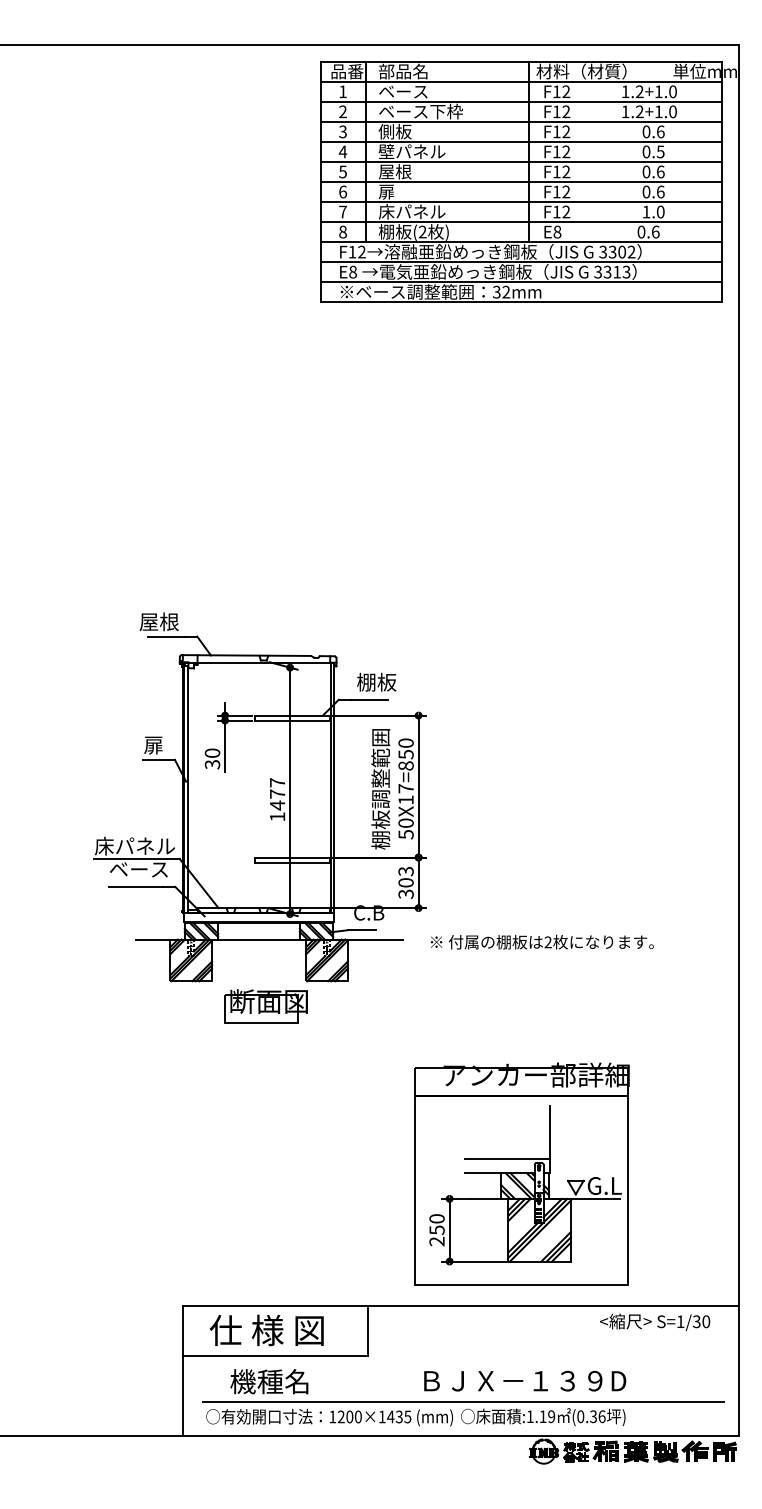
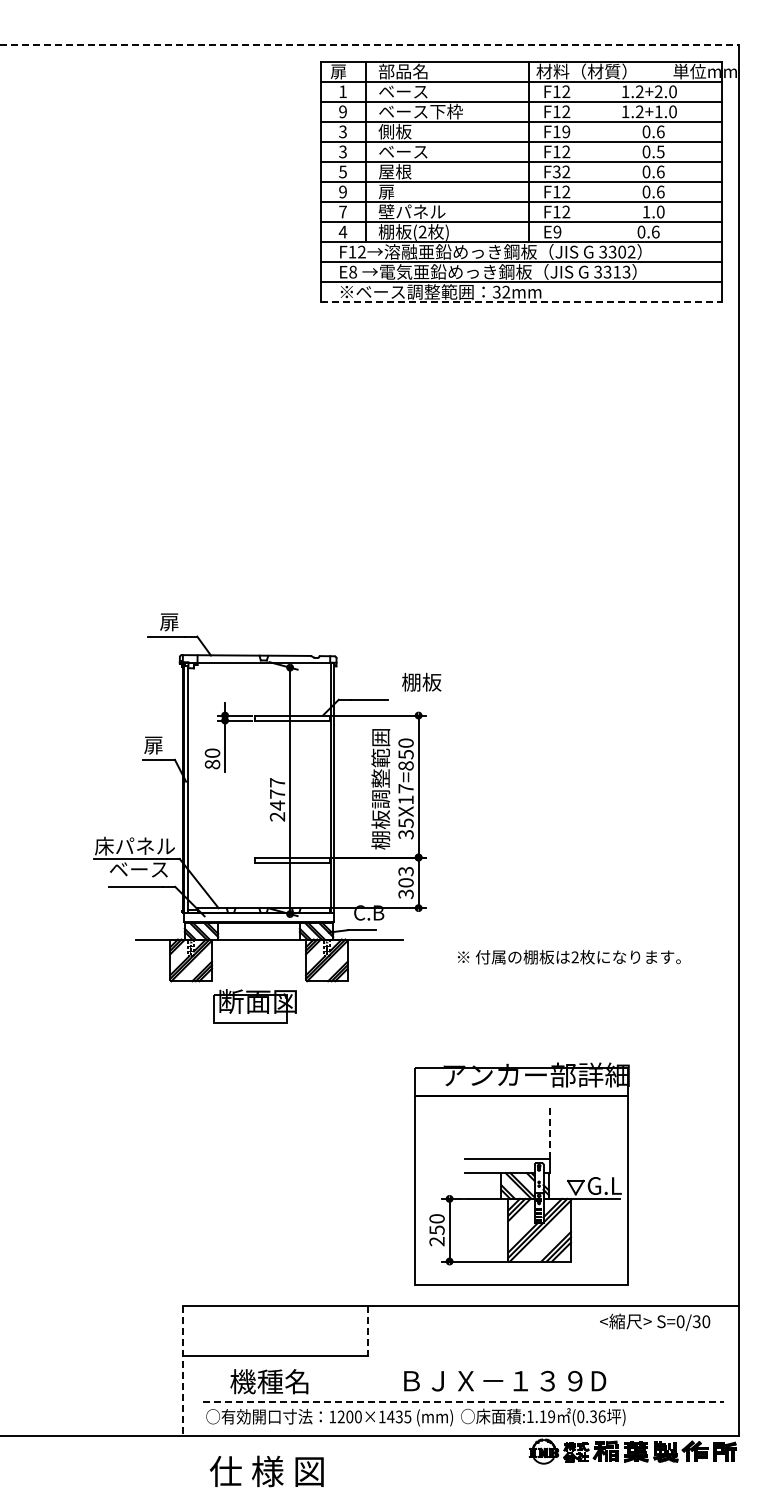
line at (370, 45): solid -> dashed
text at (346, 71): 品番 -> 扉
text at (658, 91): 1.2+1.0 -> 1.2+2.0
text at (342, 112): 2 -> 9
text at (566, 132): F12 -> F19
text at (342, 151): 4 -> 3
text at (411, 151): 壁パネル -> ベース
text at (556, 171): F12 -> F32
text at (343, 191): 6 -> 9
text at (386, 211): 床パネル -> 壁パネル
text at (342, 231): 8 -> 4
text at (557, 231): E8 -> E9
line at (522, 302): solid -> dashed
text at (158, 621): 屋根 -> 扉
text at (376, 681) position: (376, 681) -> (421, 681)
text at (212, 764): 30 -> 80
text at (276, 816): 1477 -> 2477
text at (405, 828): 50X17=850 -> 35X17=850
text at (542, 941) position: (542, 941) -> (569, 956)
part at (265, 1006) position: (265, 1006) -> (254, 1006)
line at (550, 1132): solid -> dashed
text at (680, 1321): S=1/30 -> S=0/30
text at (266, 1330) position: (266, 1330) -> (266, 1471)
line at (368, 1331): solid -> dashed
line at (182, 1371): solid -> dashed
text at (525, 1380) position: (525, 1380) -> (505, 1380)
line at (463, 1401): solid -> dashed
